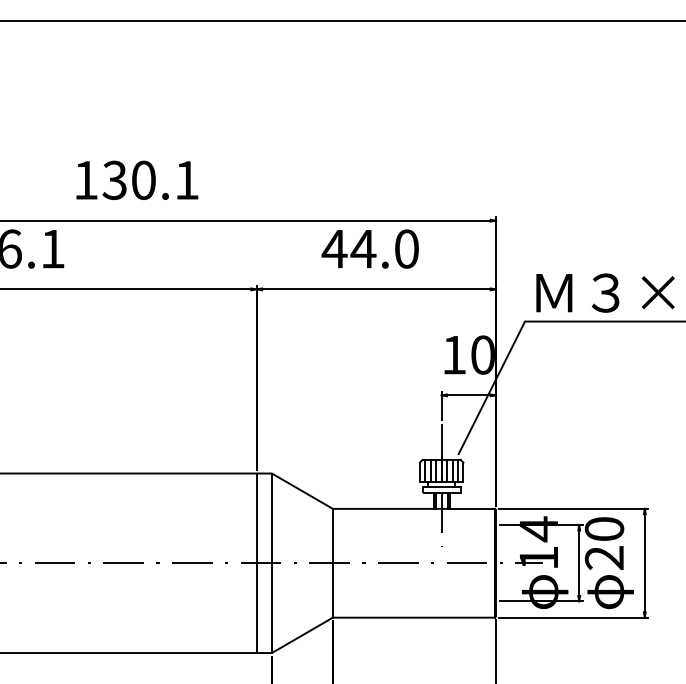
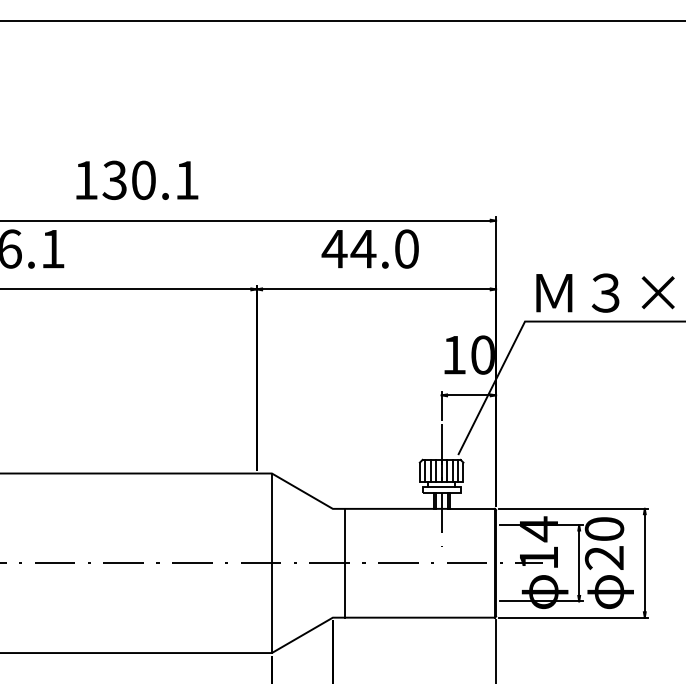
line at (332, 562) position: (332, 562) -> (344, 562)
line at (256, 563): present -> none
